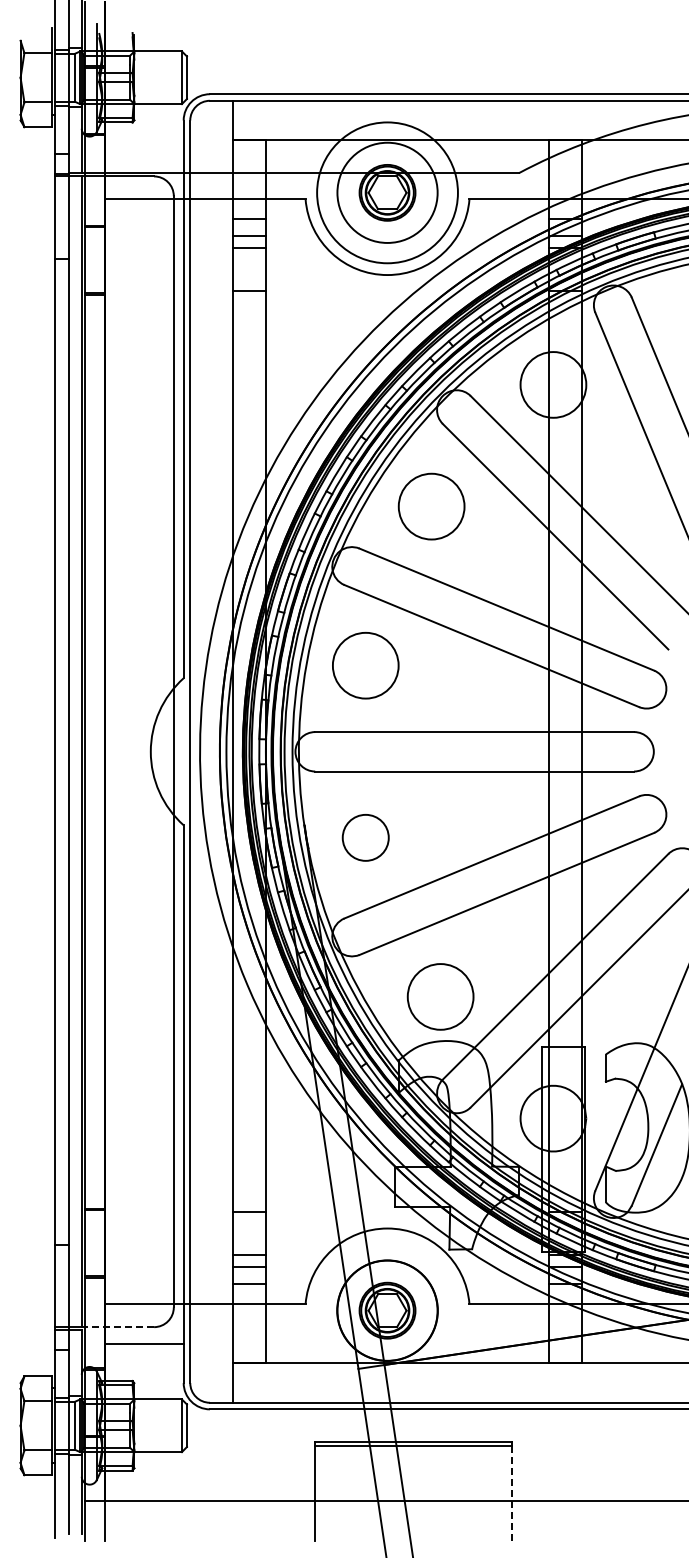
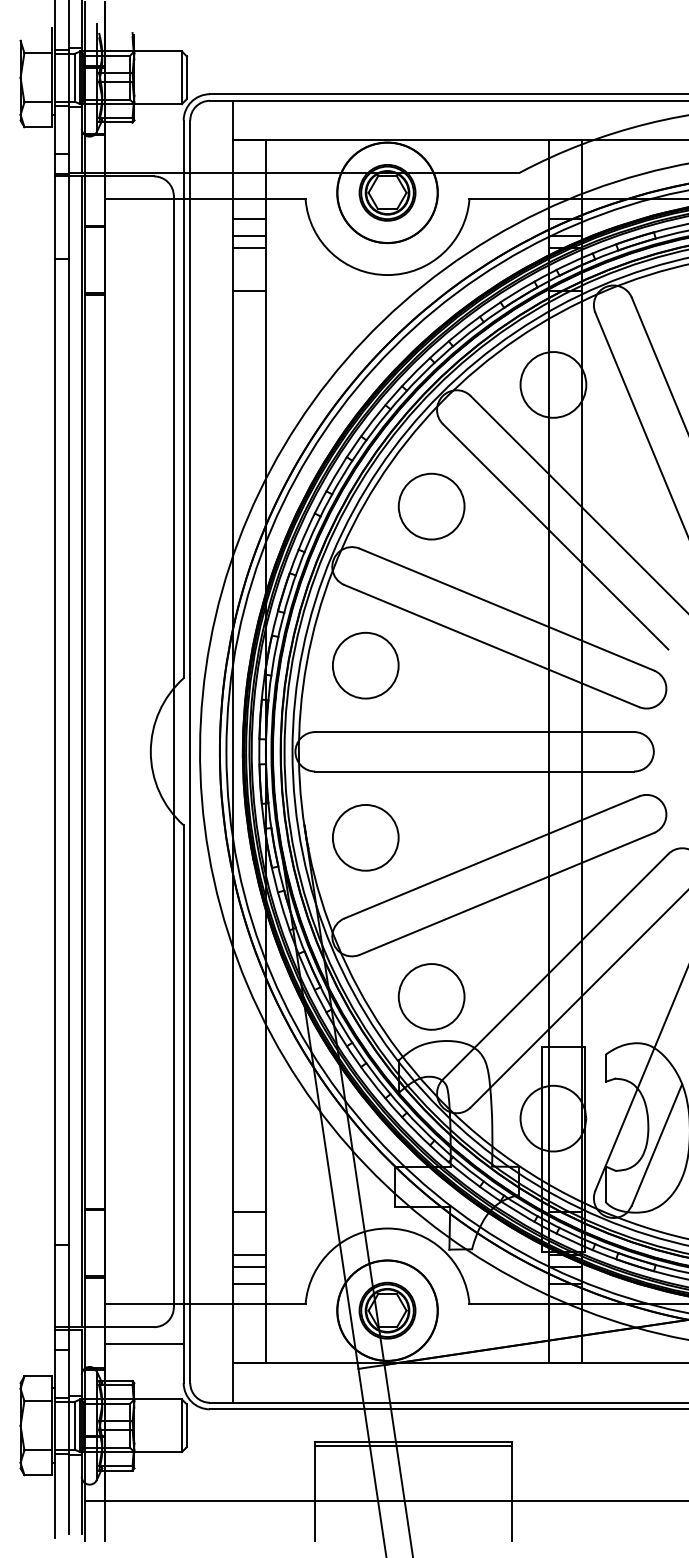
circle at (387, 192) diameter: 141 px -> 101 px
circle at (365, 837) diameter: 46 px -> 66 px
circle at (440, 996) position: (440, 996) -> (431, 996)
line at (119, 1327): dashed -> solid
line at (512, 1493): dashed -> solid
